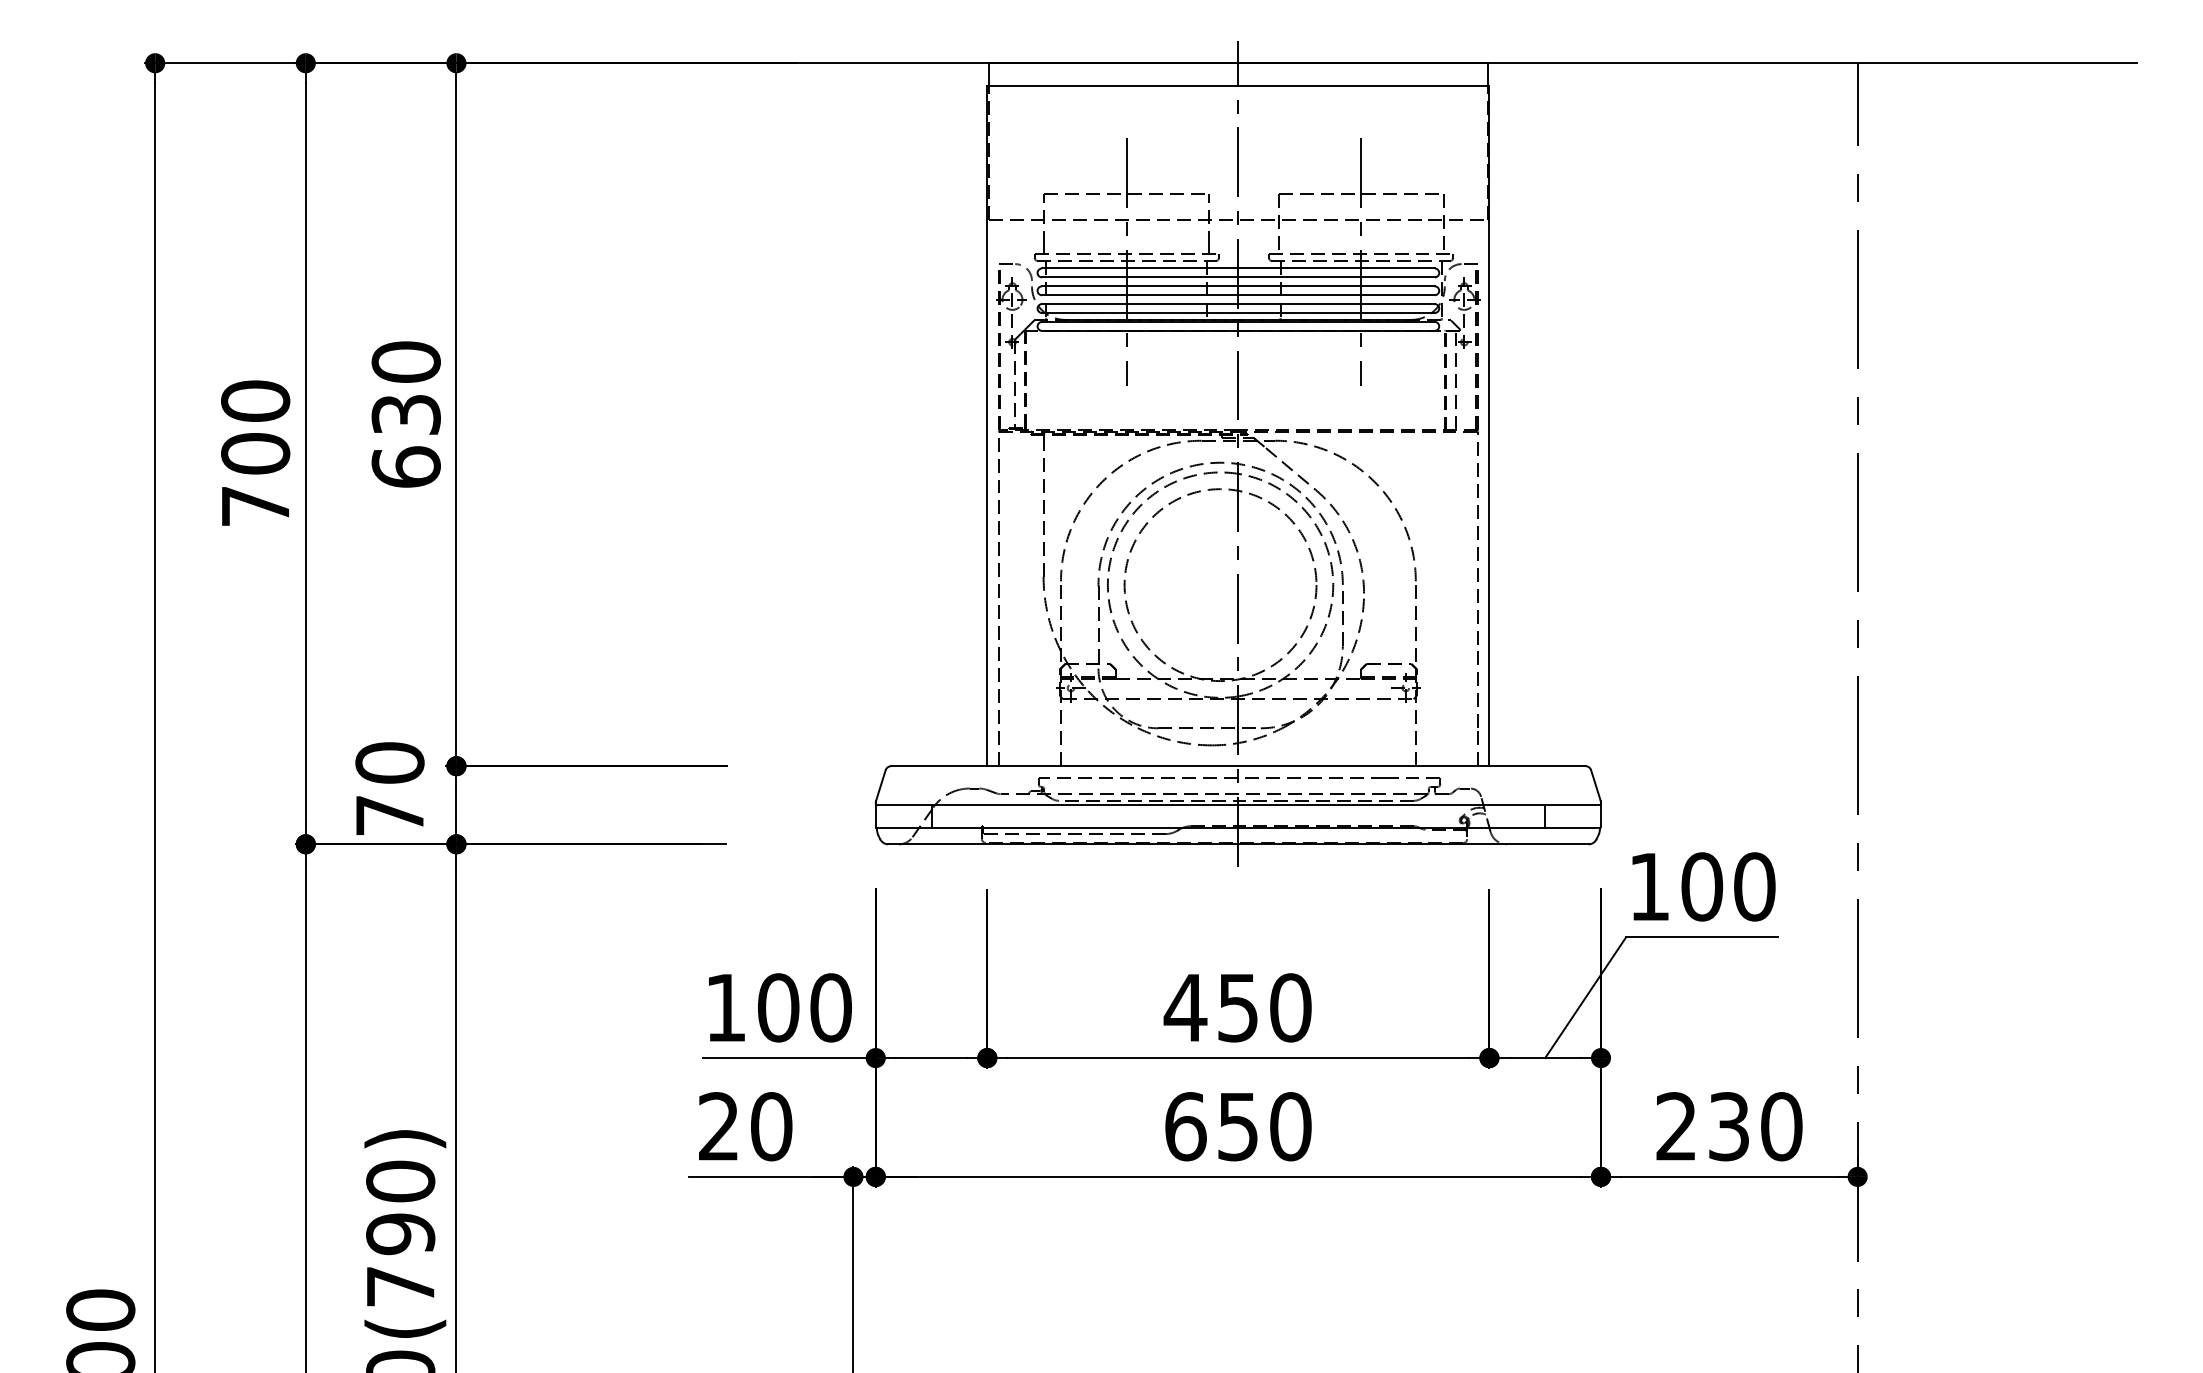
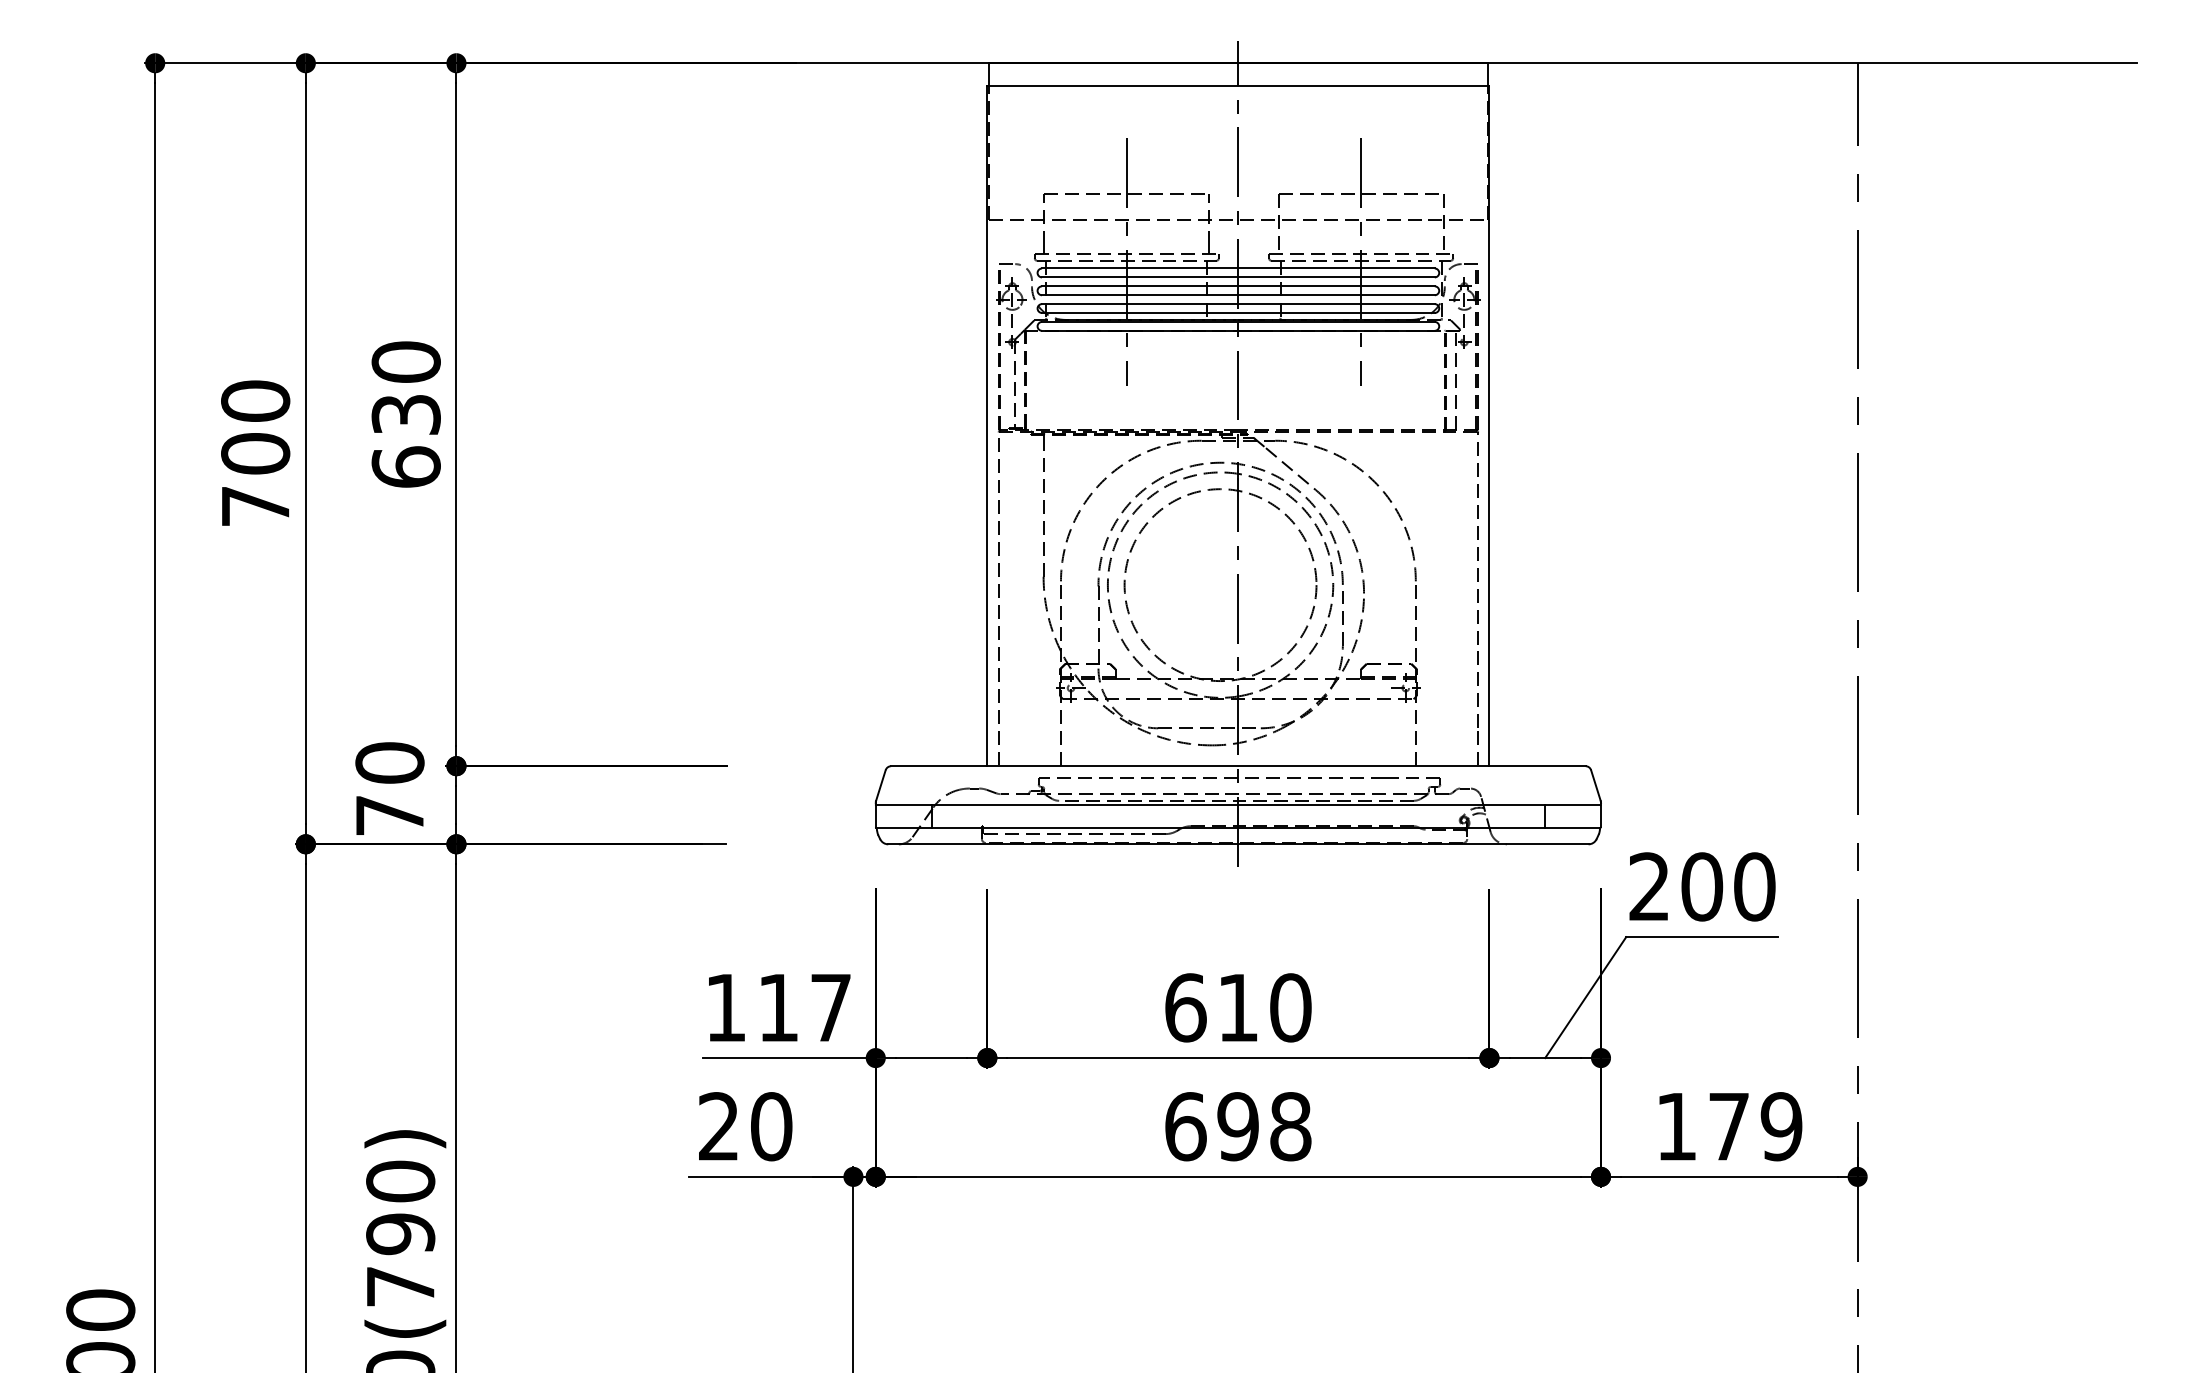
text at (1648, 886): 100 -> 200
text at (804, 1007): 100 -> 117
text at (1210, 1007): 450 -> 610
text at (1264, 1126): 650 -> 698
text at (1729, 1126): 230 -> 179
